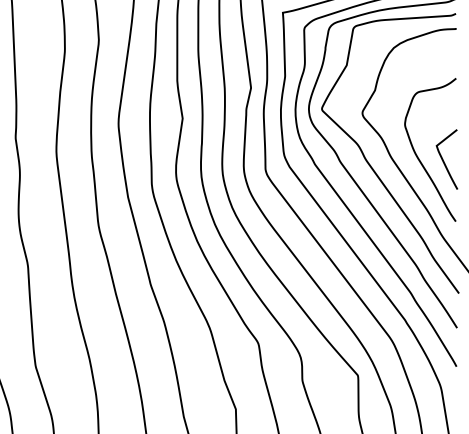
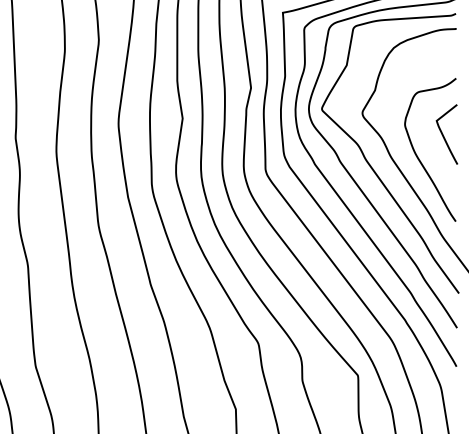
curve at (444, 161) position: (444, 161) -> (444, 136)
